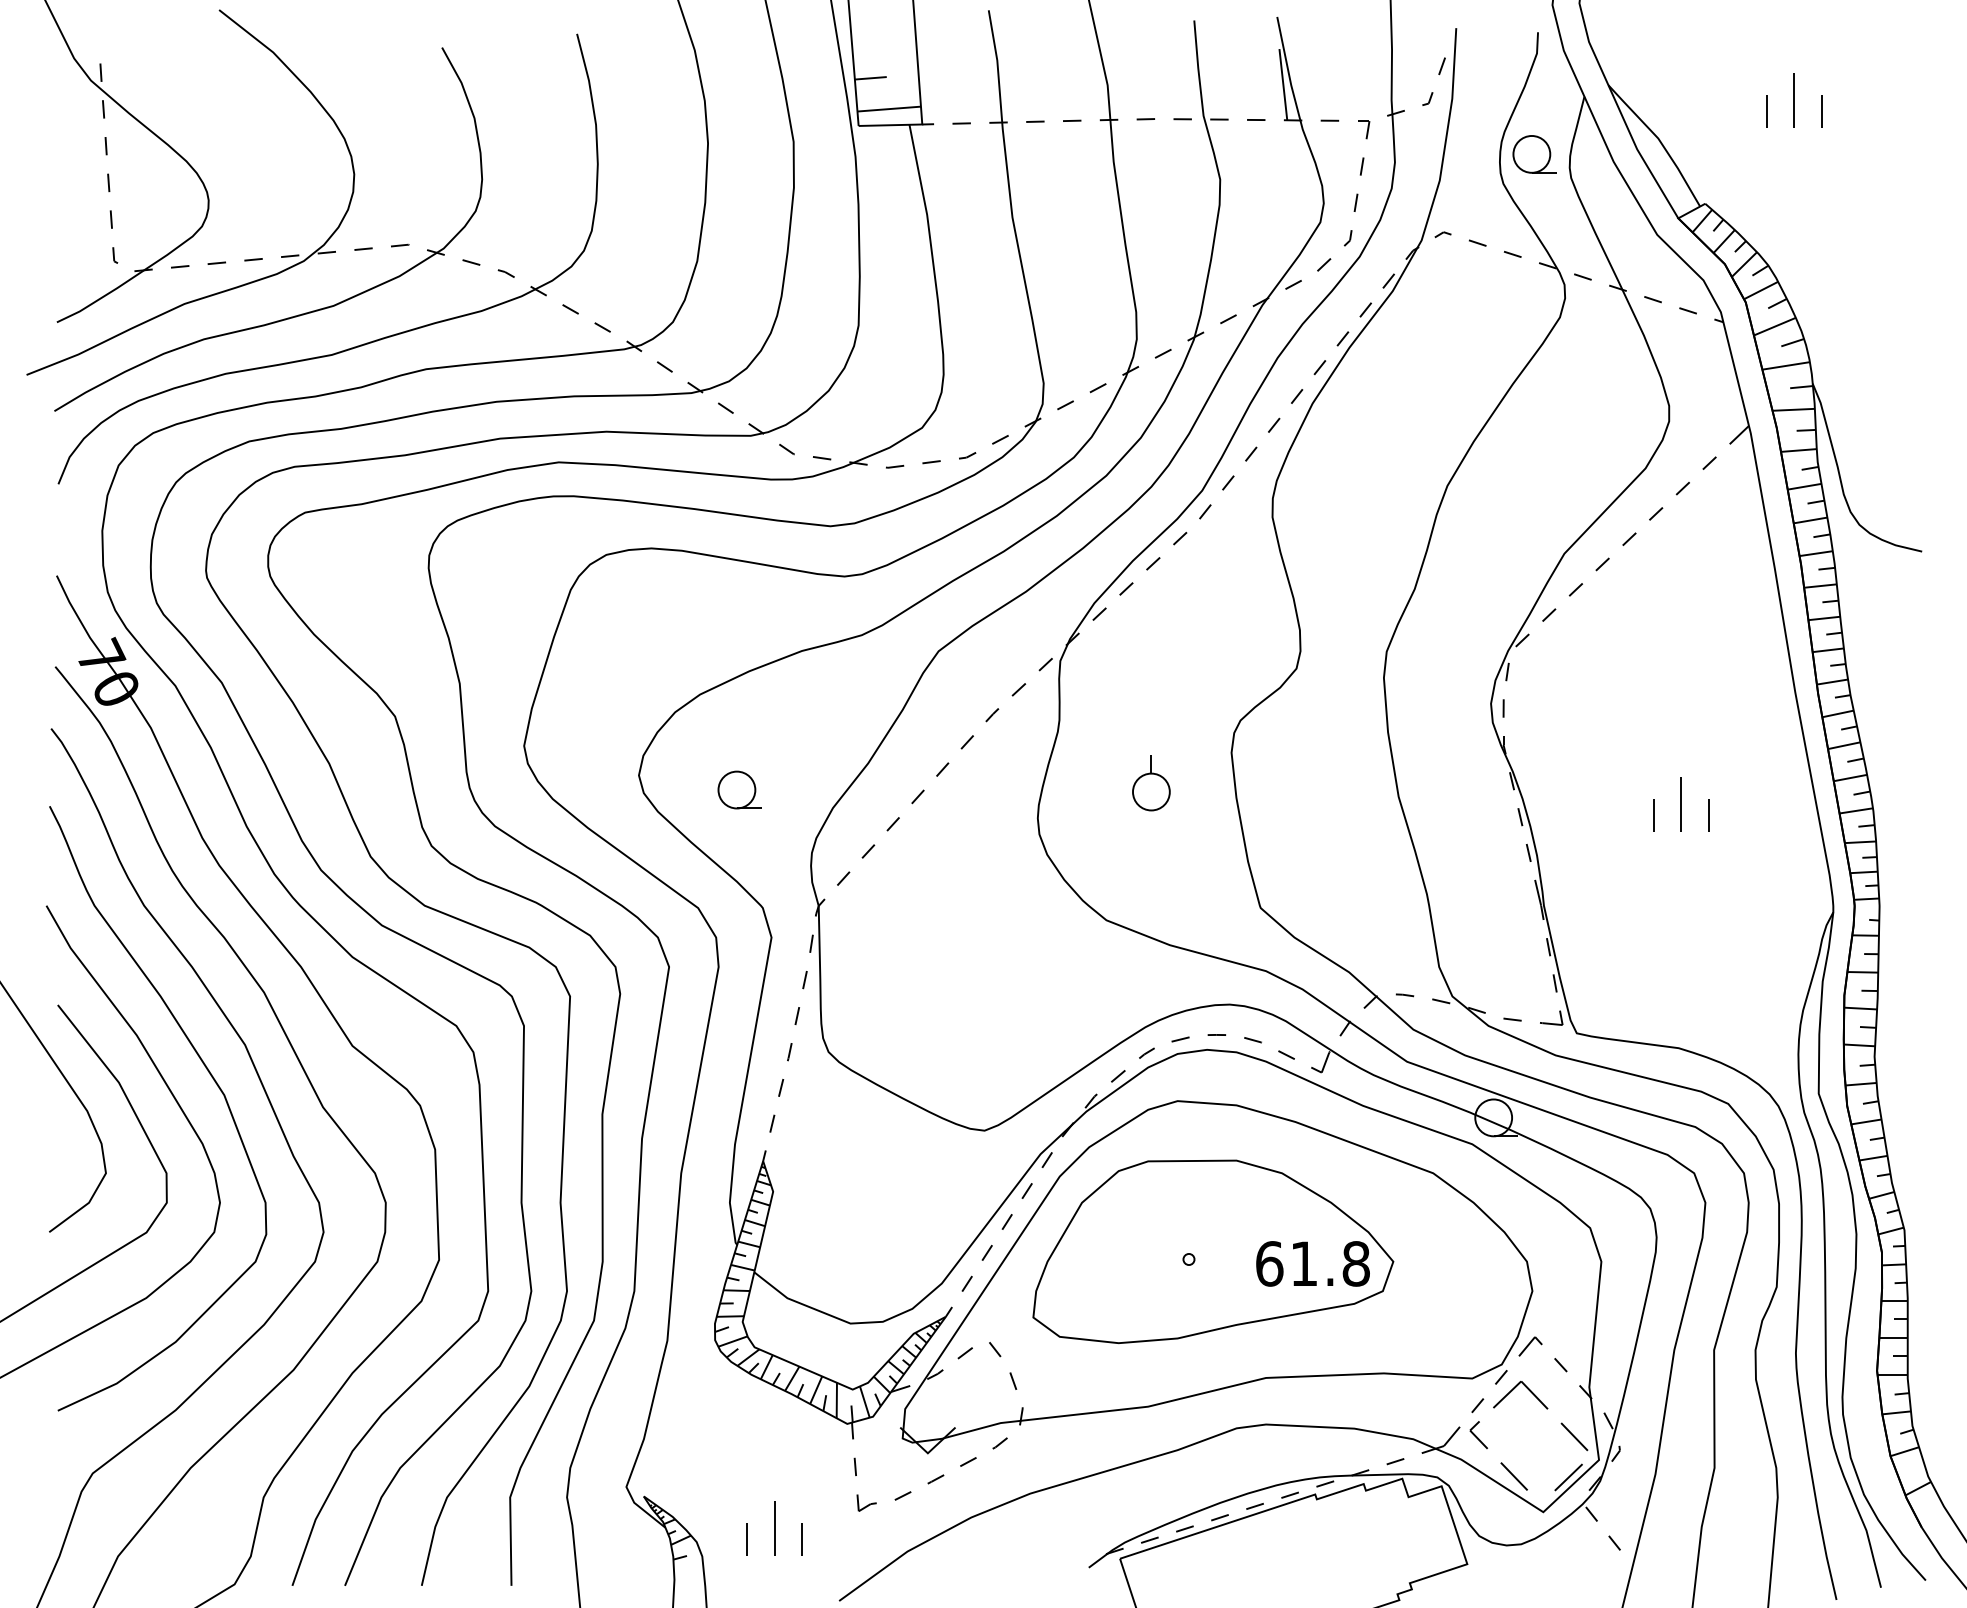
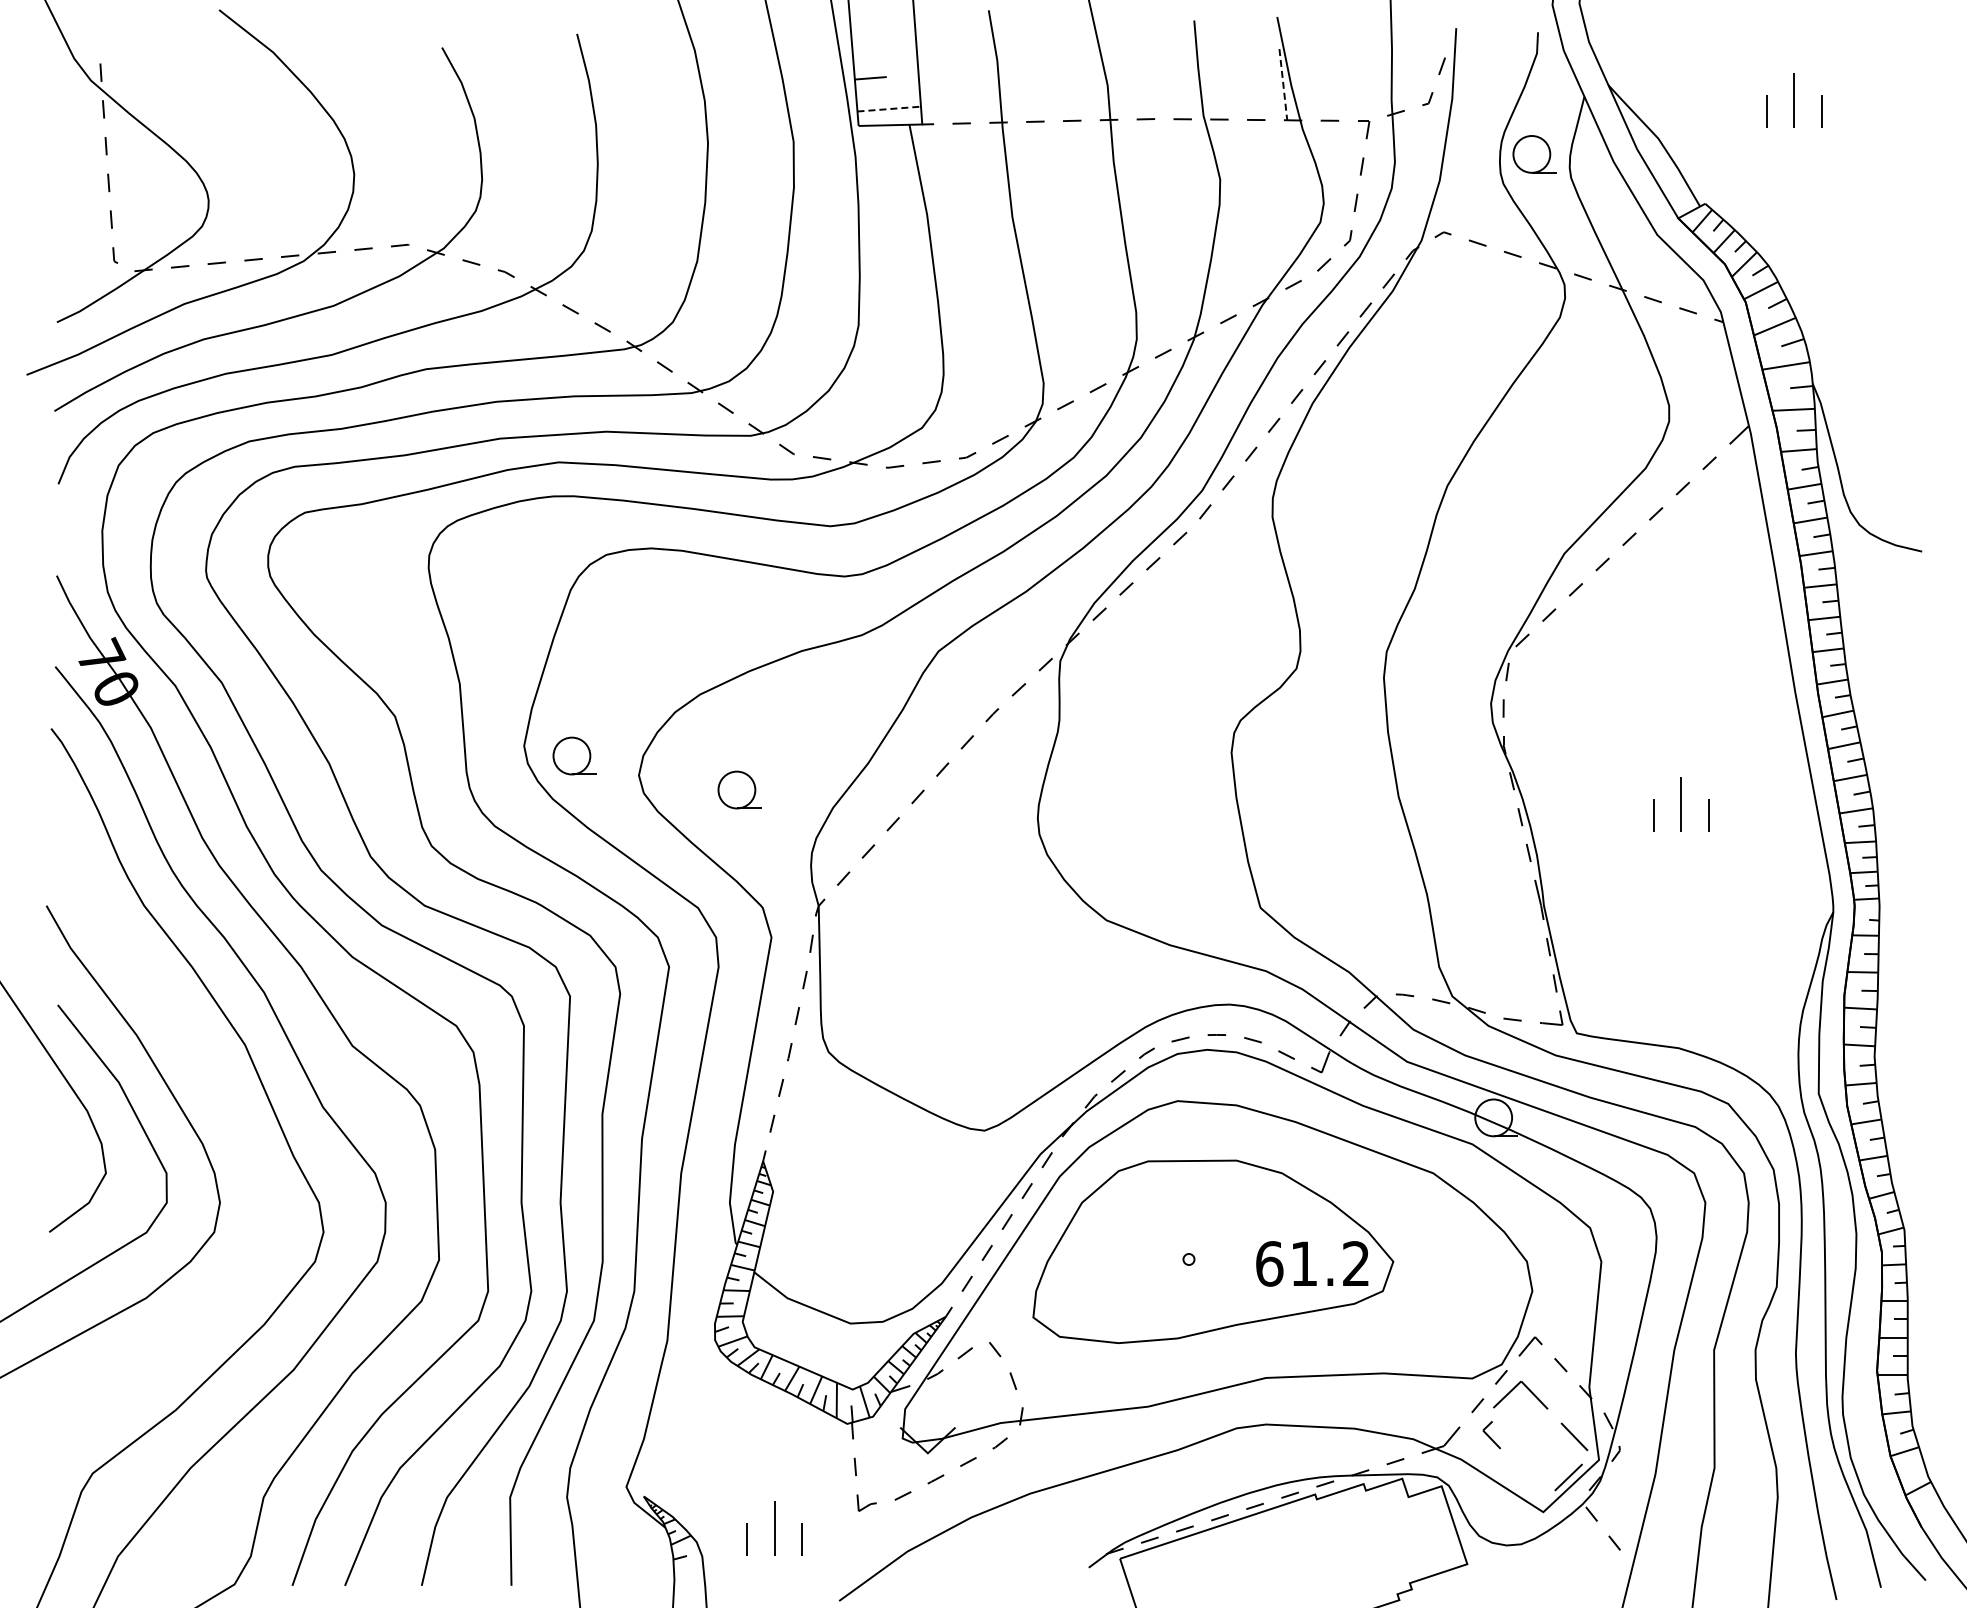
line at (1283, 84): solid -> dashed
line at (889, 109): solid -> dashed
part at (574, 755): none -> present
part at (1151, 783): present -> none
curve at (209, 1074): present -> none
text at (1355, 1263): 61.8 -> 61.2
part at (1478, 1435) position: (1478, 1435) -> (1491, 1435)
line at (1513, 1476): present -> none
